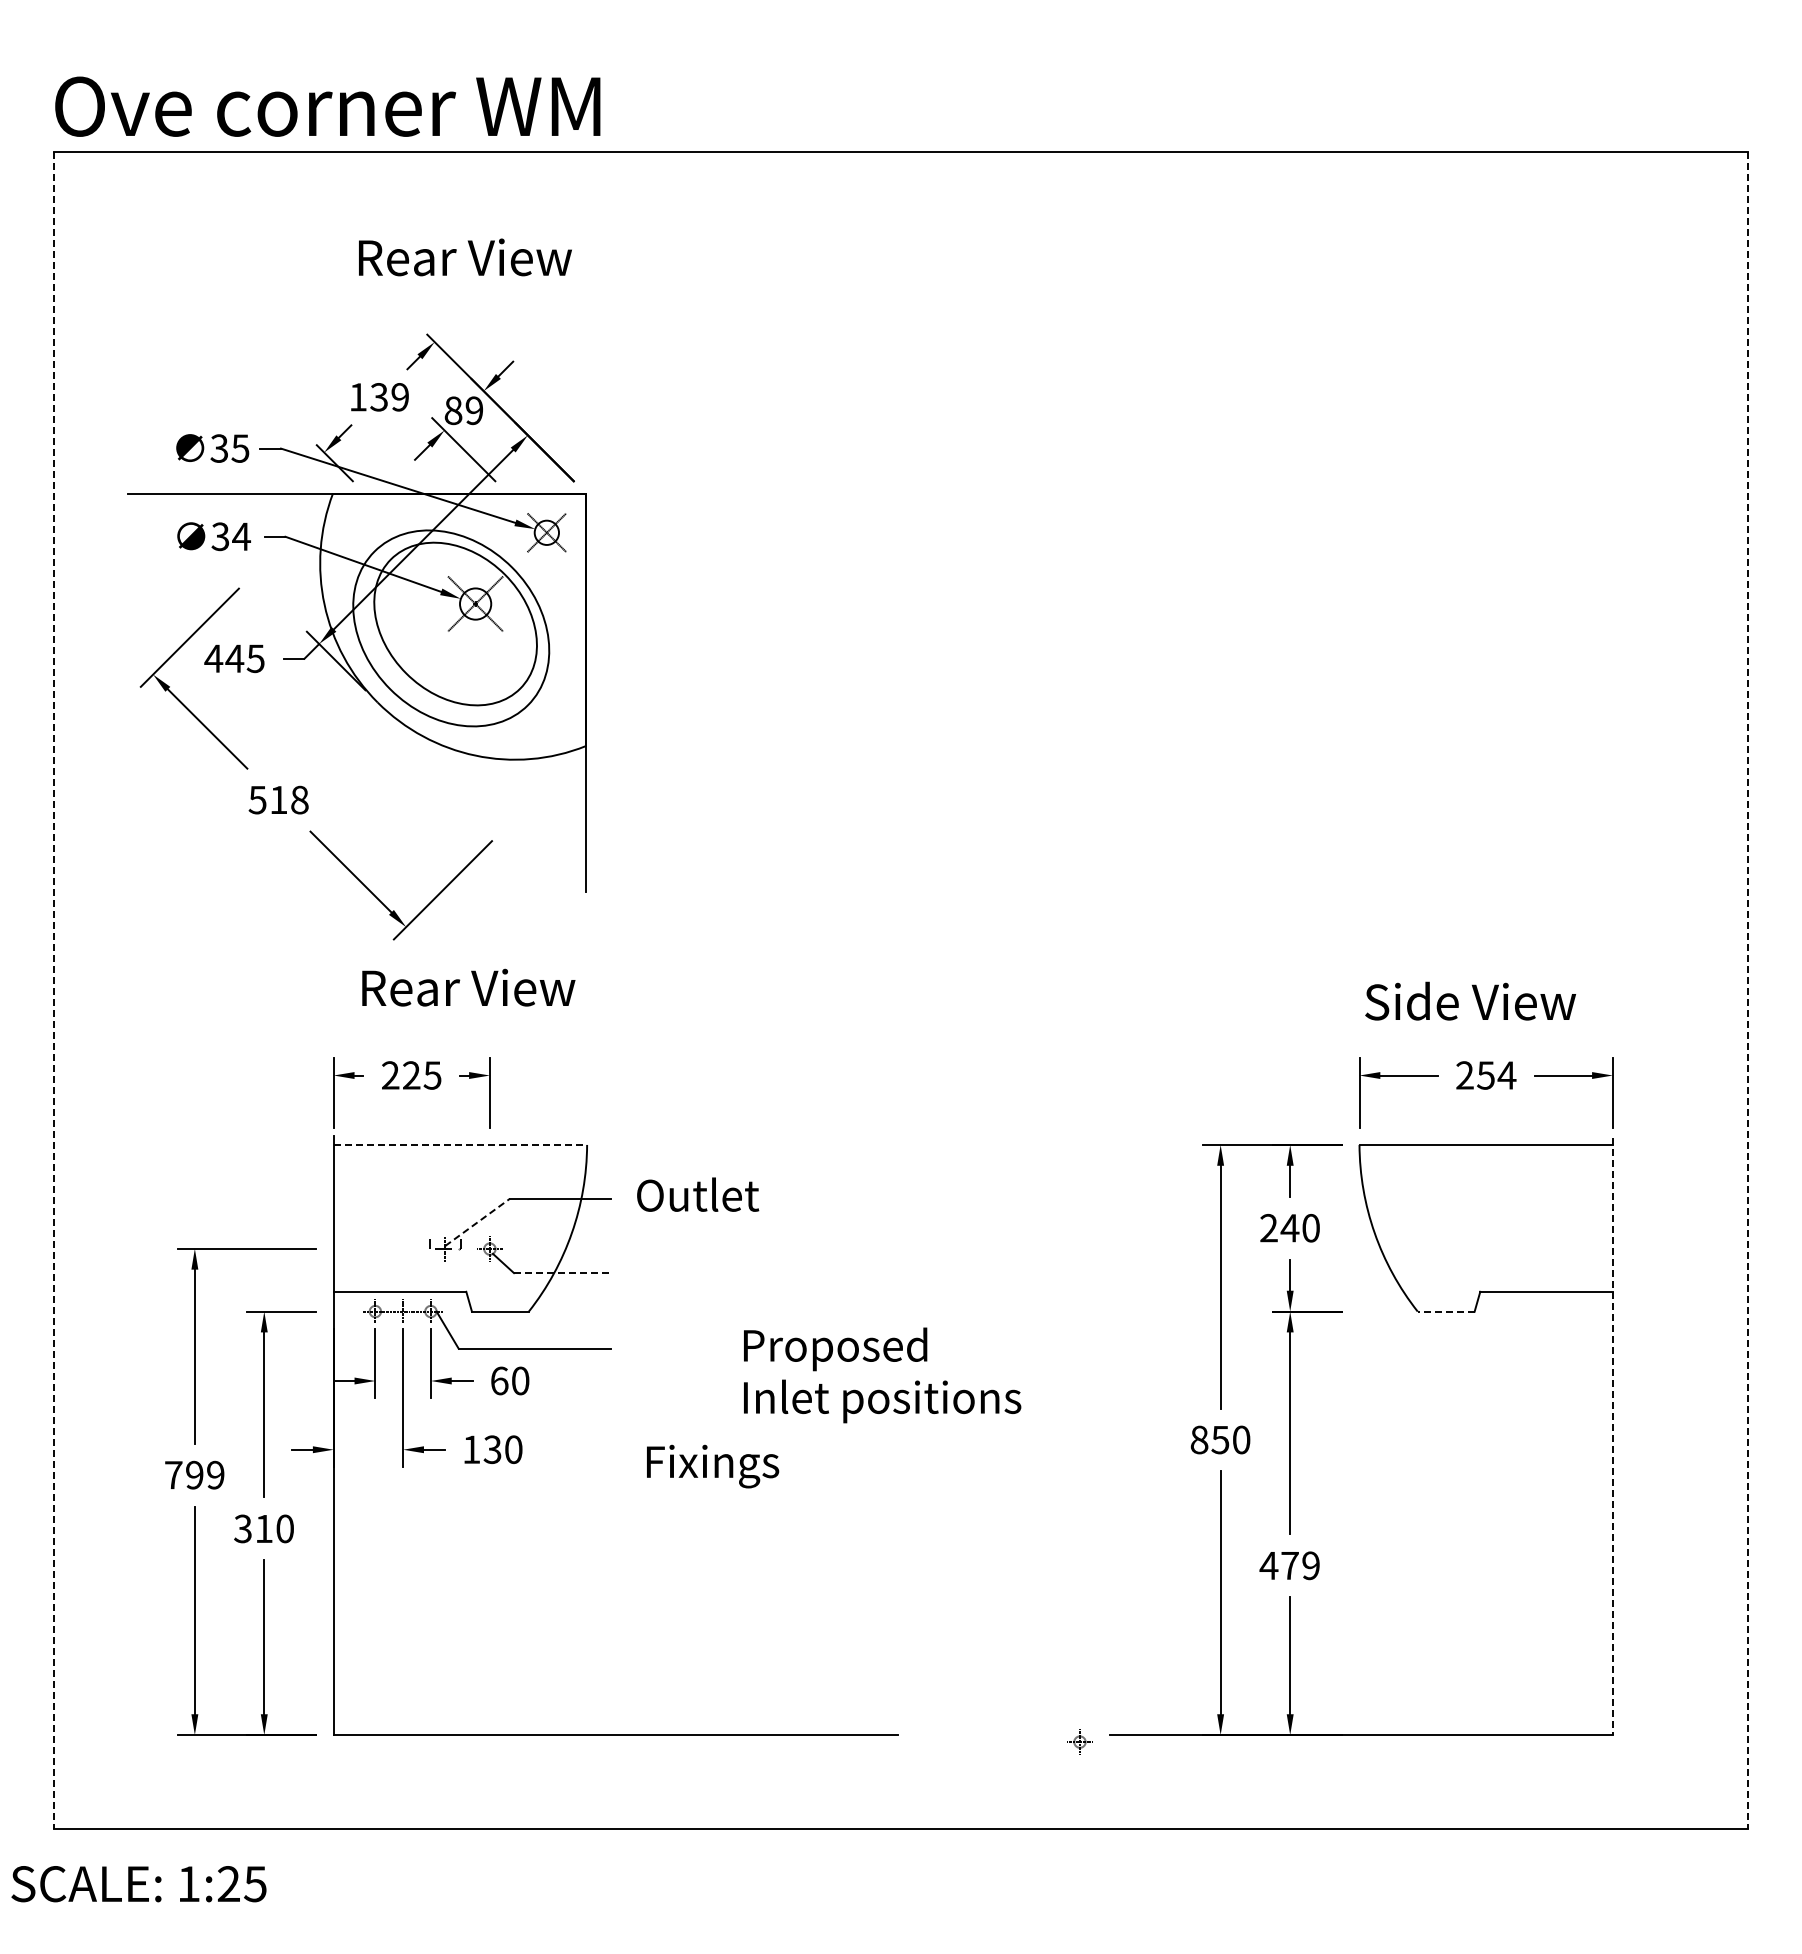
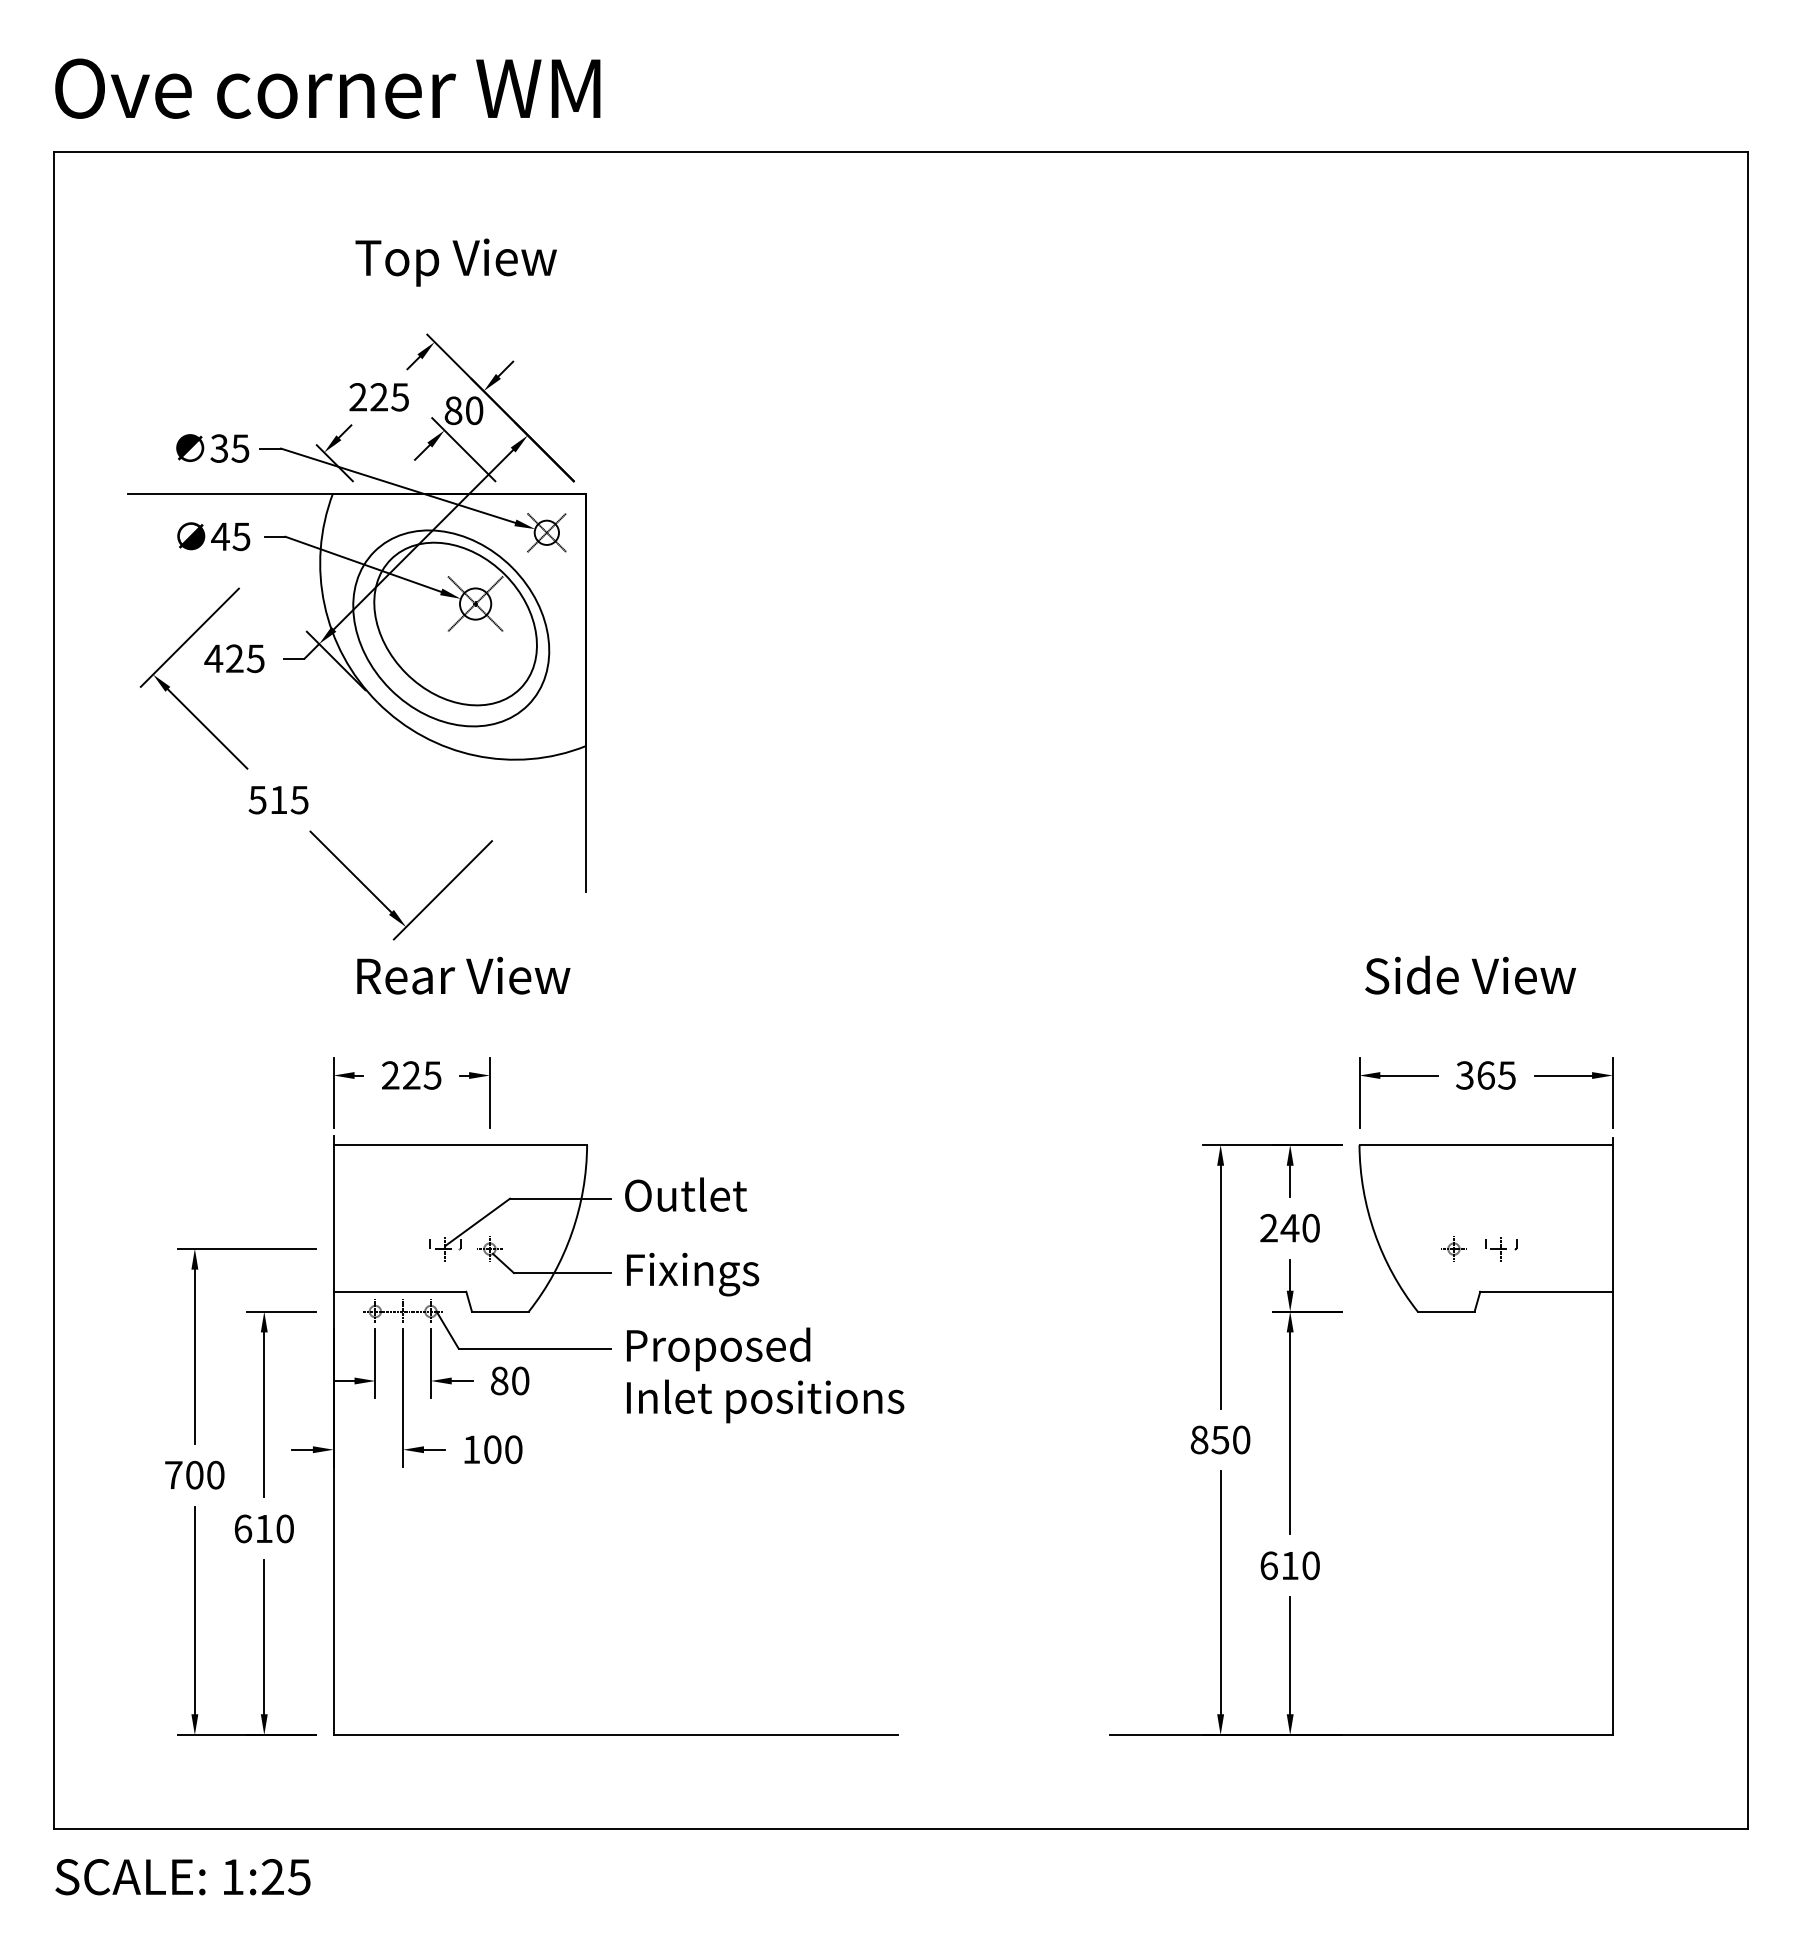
text at (327, 106) position: (327, 106) -> (327, 88)
text at (463, 262): Rear View -> Top View
text at (378, 397): 139 -> 225
text at (474, 410): 89 -> 80
text at (231, 536): 34 -> 45
text at (234, 658): 445 -> 425
text at (299, 799): 518 -> 515
text at (468, 987) position: (468, 987) -> (463, 975)
line at (53, 990): dashed -> solid
line at (1748, 990): dashed -> solid
text at (1470, 1000) position: (1470, 1000) -> (1470, 974)
text at (1486, 1075): 254 -> 365
line at (460, 1144): dashed -> solid
text at (698, 1194) position: (698, 1194) -> (686, 1194)
line at (478, 1222): dashed -> solid
part at (1501, 1249): none -> present
line at (562, 1273): dashed -> solid
line at (1445, 1311): dashed -> solid
text at (882, 1375) position: (882, 1375) -> (765, 1375)
text at (499, 1380): 60 -> 80
line at (1612, 1437): dashed -> solid
text at (492, 1449): 130 -> 100
text at (713, 1466) position: (713, 1466) -> (693, 1274)
text at (205, 1474): 799 -> 700
text at (243, 1528): 310 -> 610
text at (1289, 1565): 479 -> 610
part at (1079, 1741) position: (1079, 1741) -> (1453, 1248)
text at (138, 1884) position: (138, 1884) -> (182, 1877)
